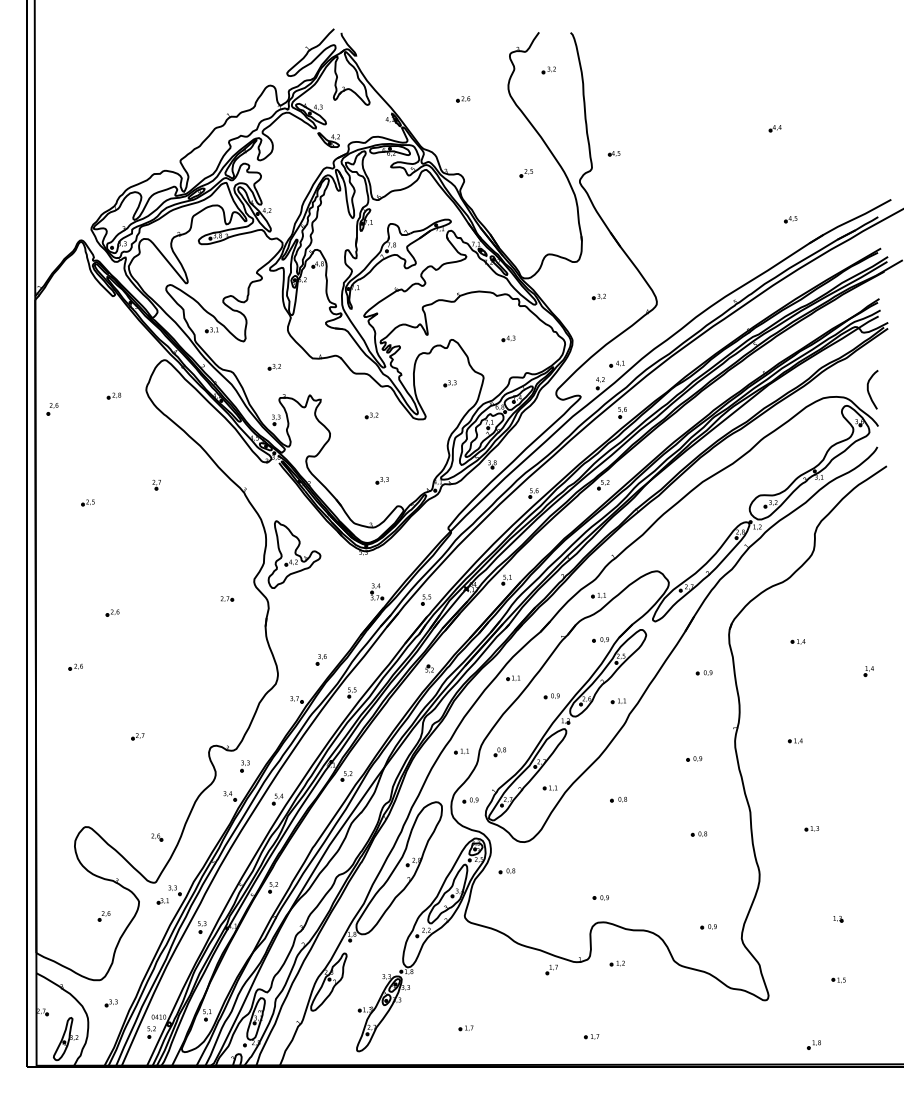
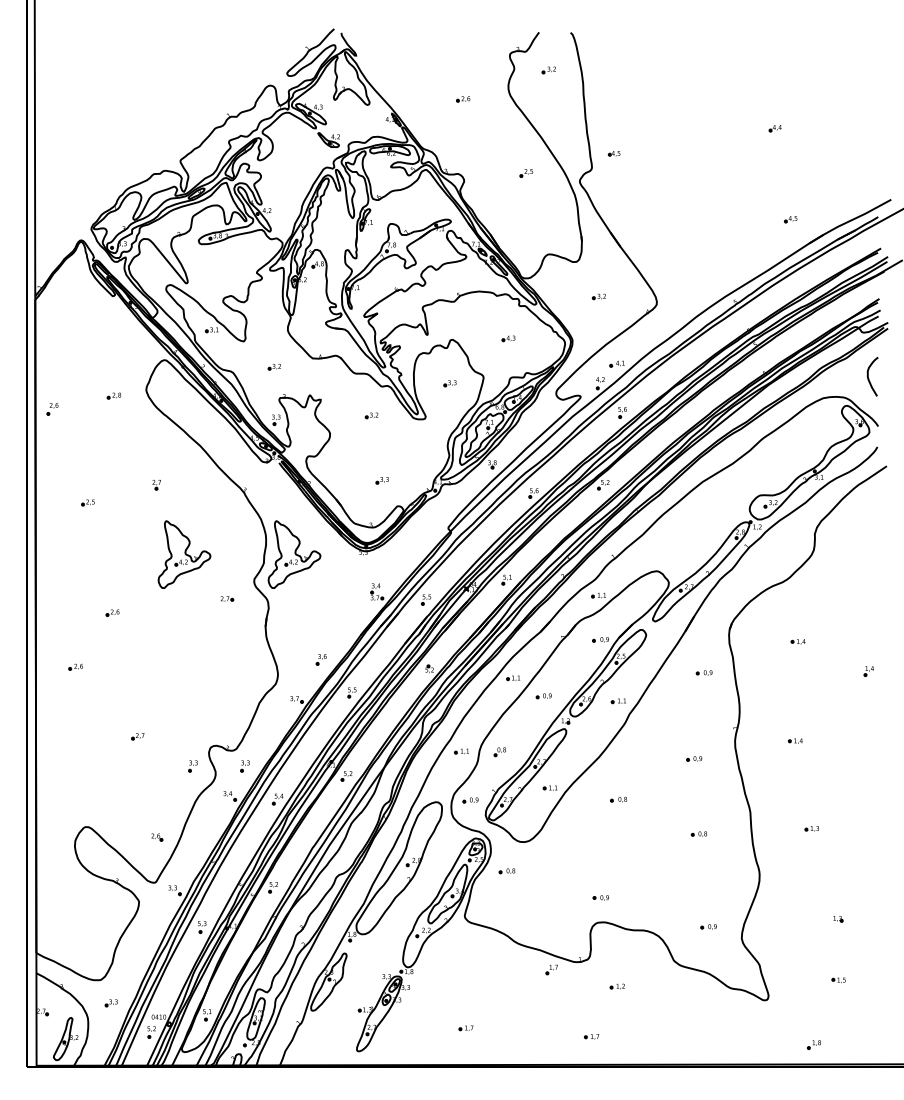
curve at (869, 391) position: (869, 391) -> (869, 378)
part at (184, 554): none -> present
part at (551, 696) position: (551, 696) -> (543, 696)
part at (192, 766): none -> present
part at (162, 901): present -> none
part at (103, 916): present -> none
part at (616, 963) position: (616, 963) -> (616, 986)
